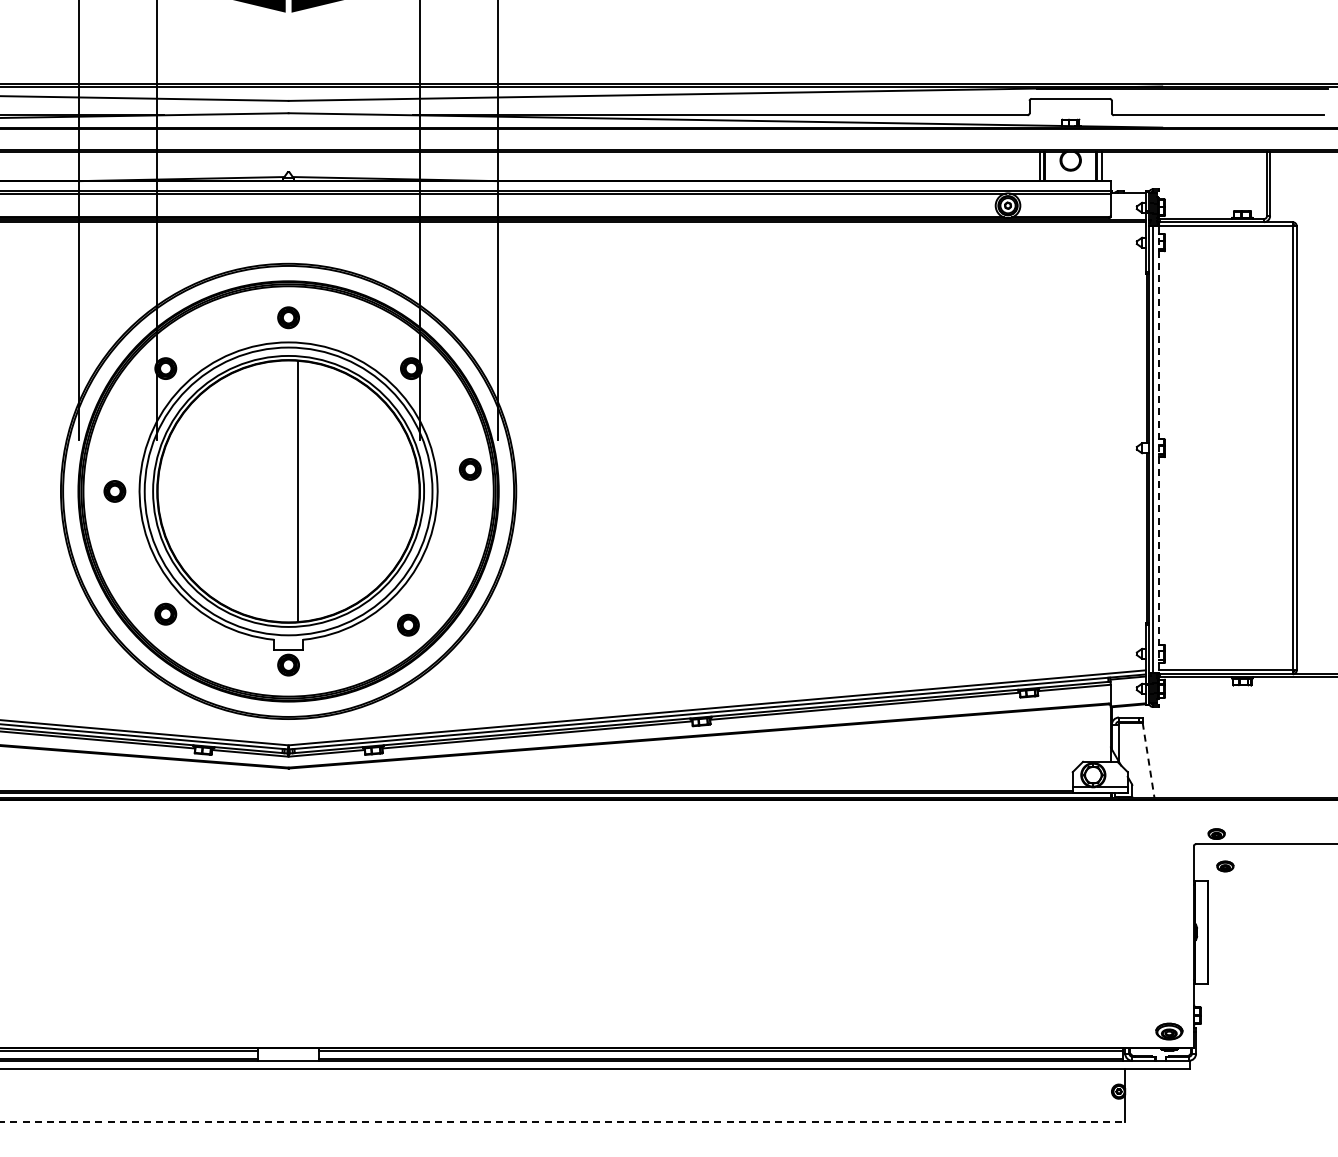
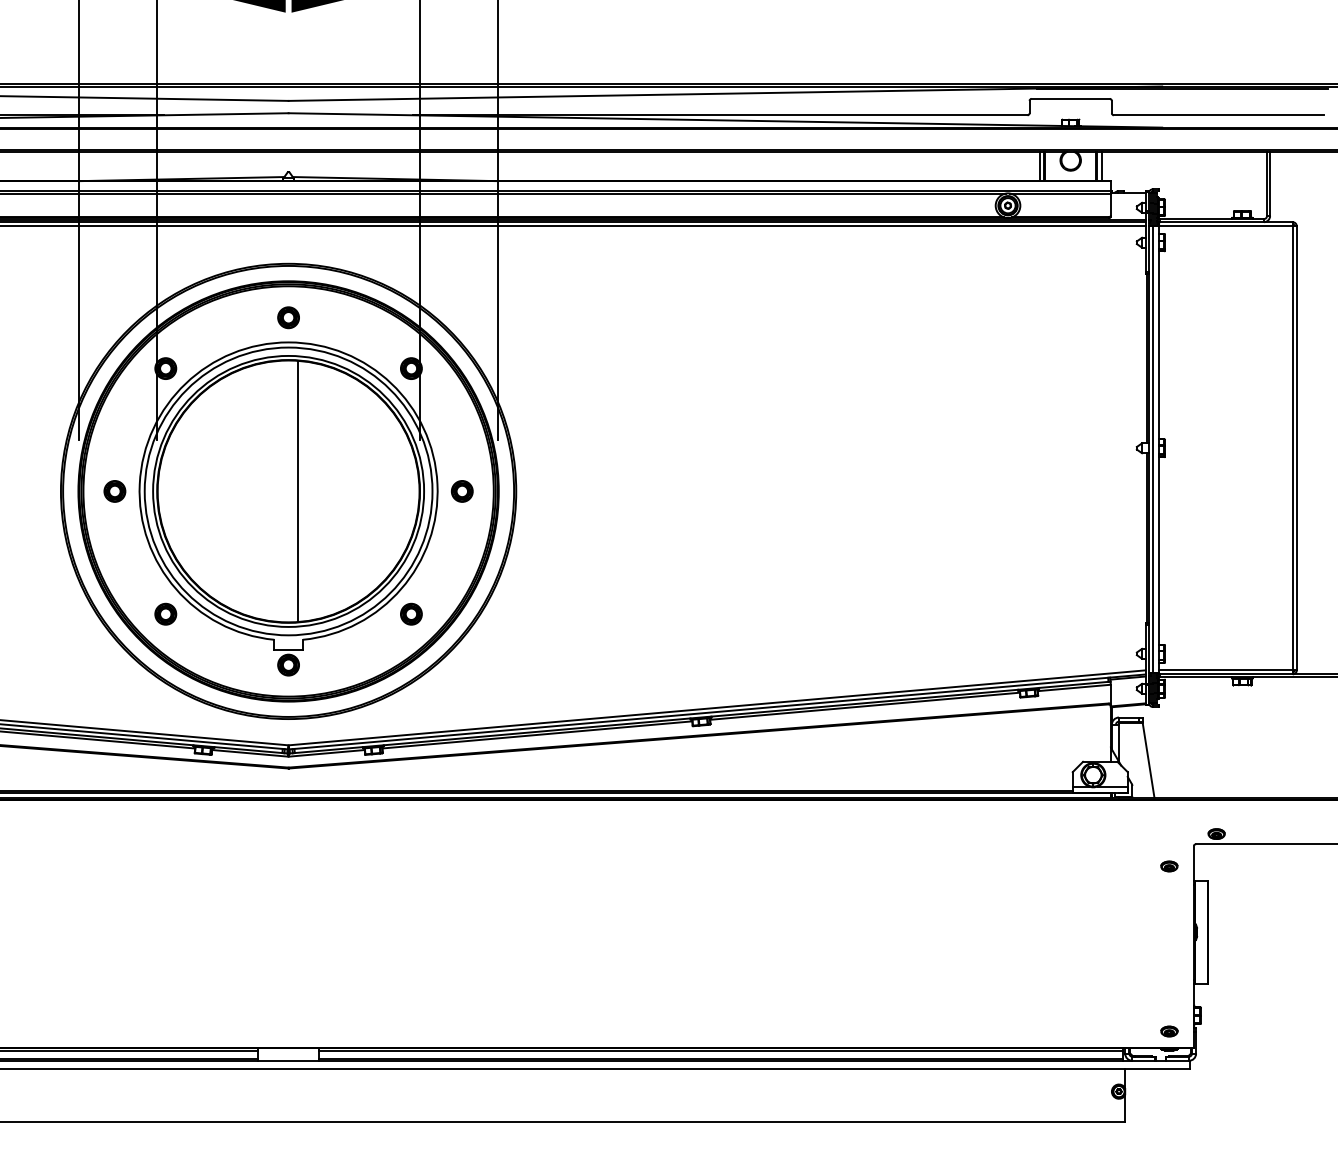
line at (573, 226): none -> present
line at (1159, 449): dashed -> solid
part at (469, 469) position: (469, 469) -> (461, 491)
part at (408, 624) position: (408, 624) -> (411, 613)
line at (1148, 760): dashed -> solid
part at (1225, 866) position: (1225, 866) -> (1169, 866)
part at (1169, 1031) size: 29x19 px -> 19x13 px
line at (563, 1122): dashed -> solid
